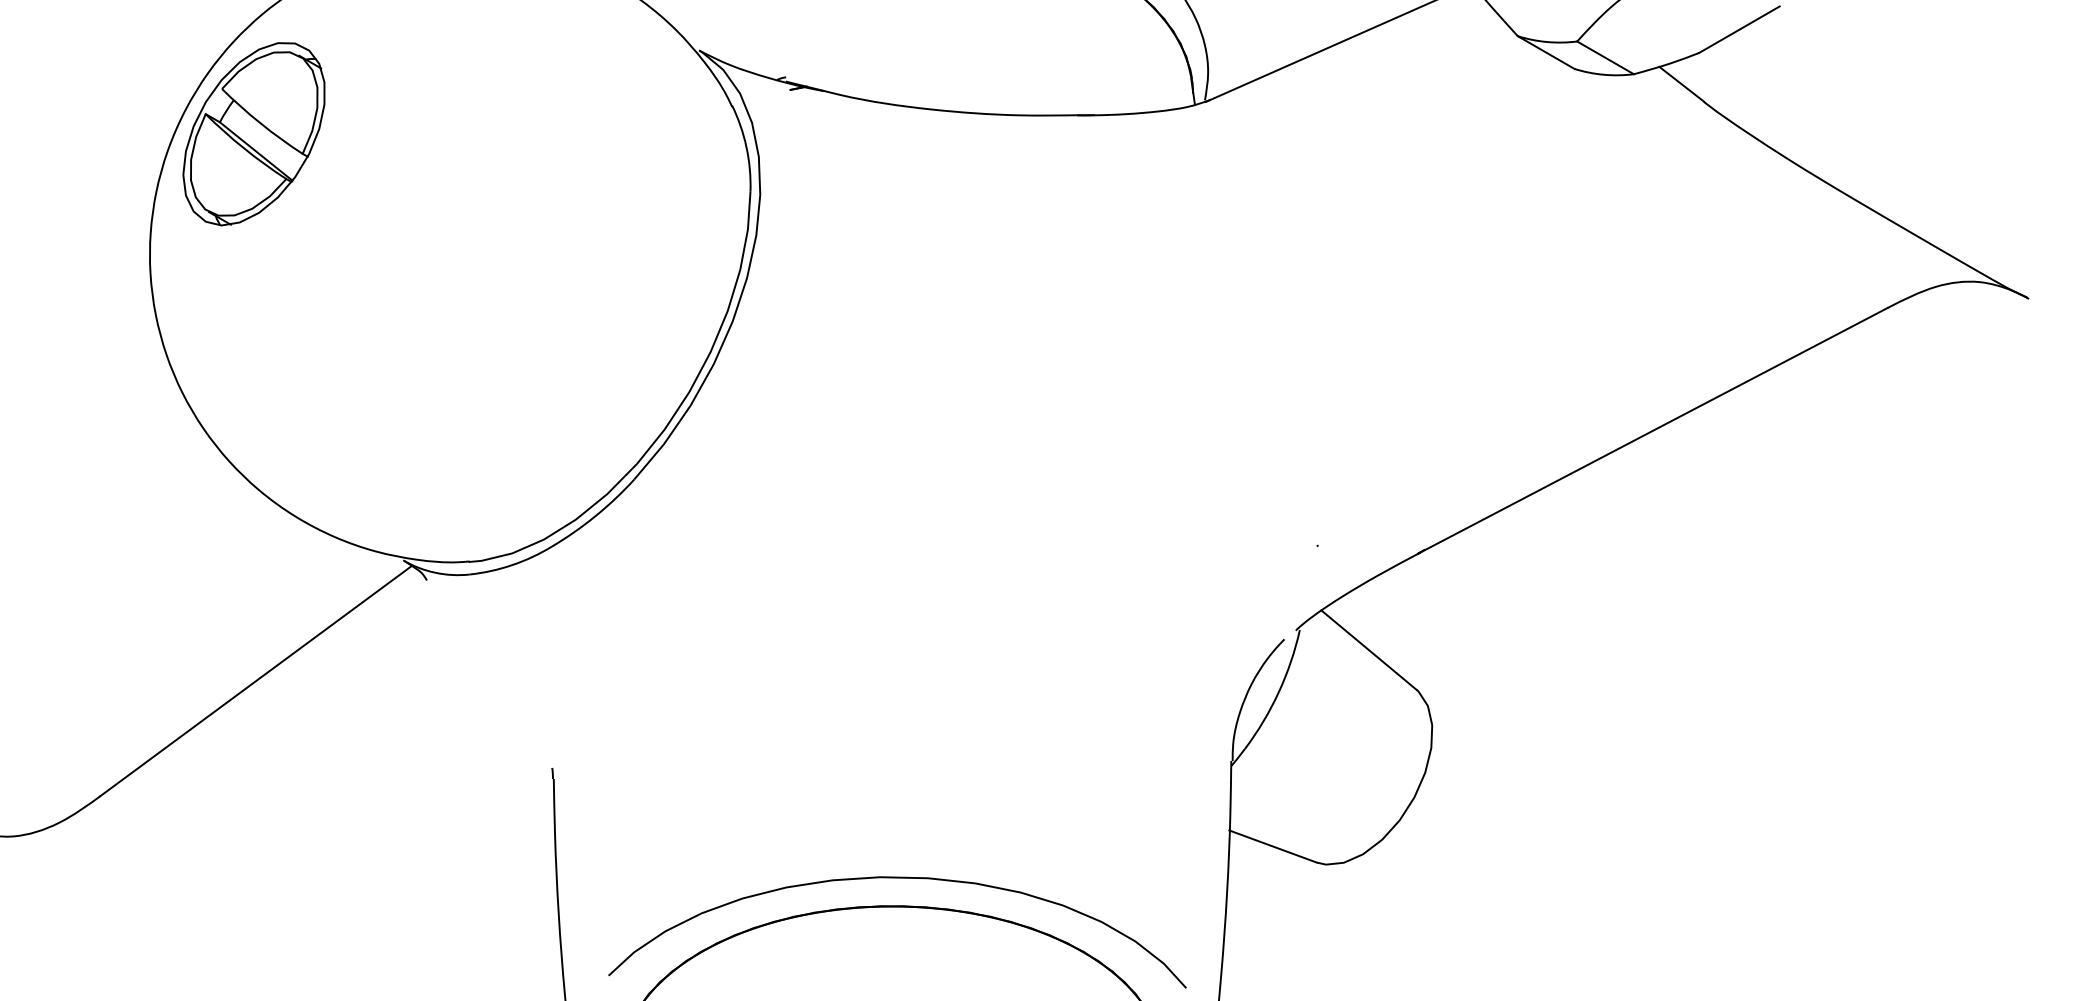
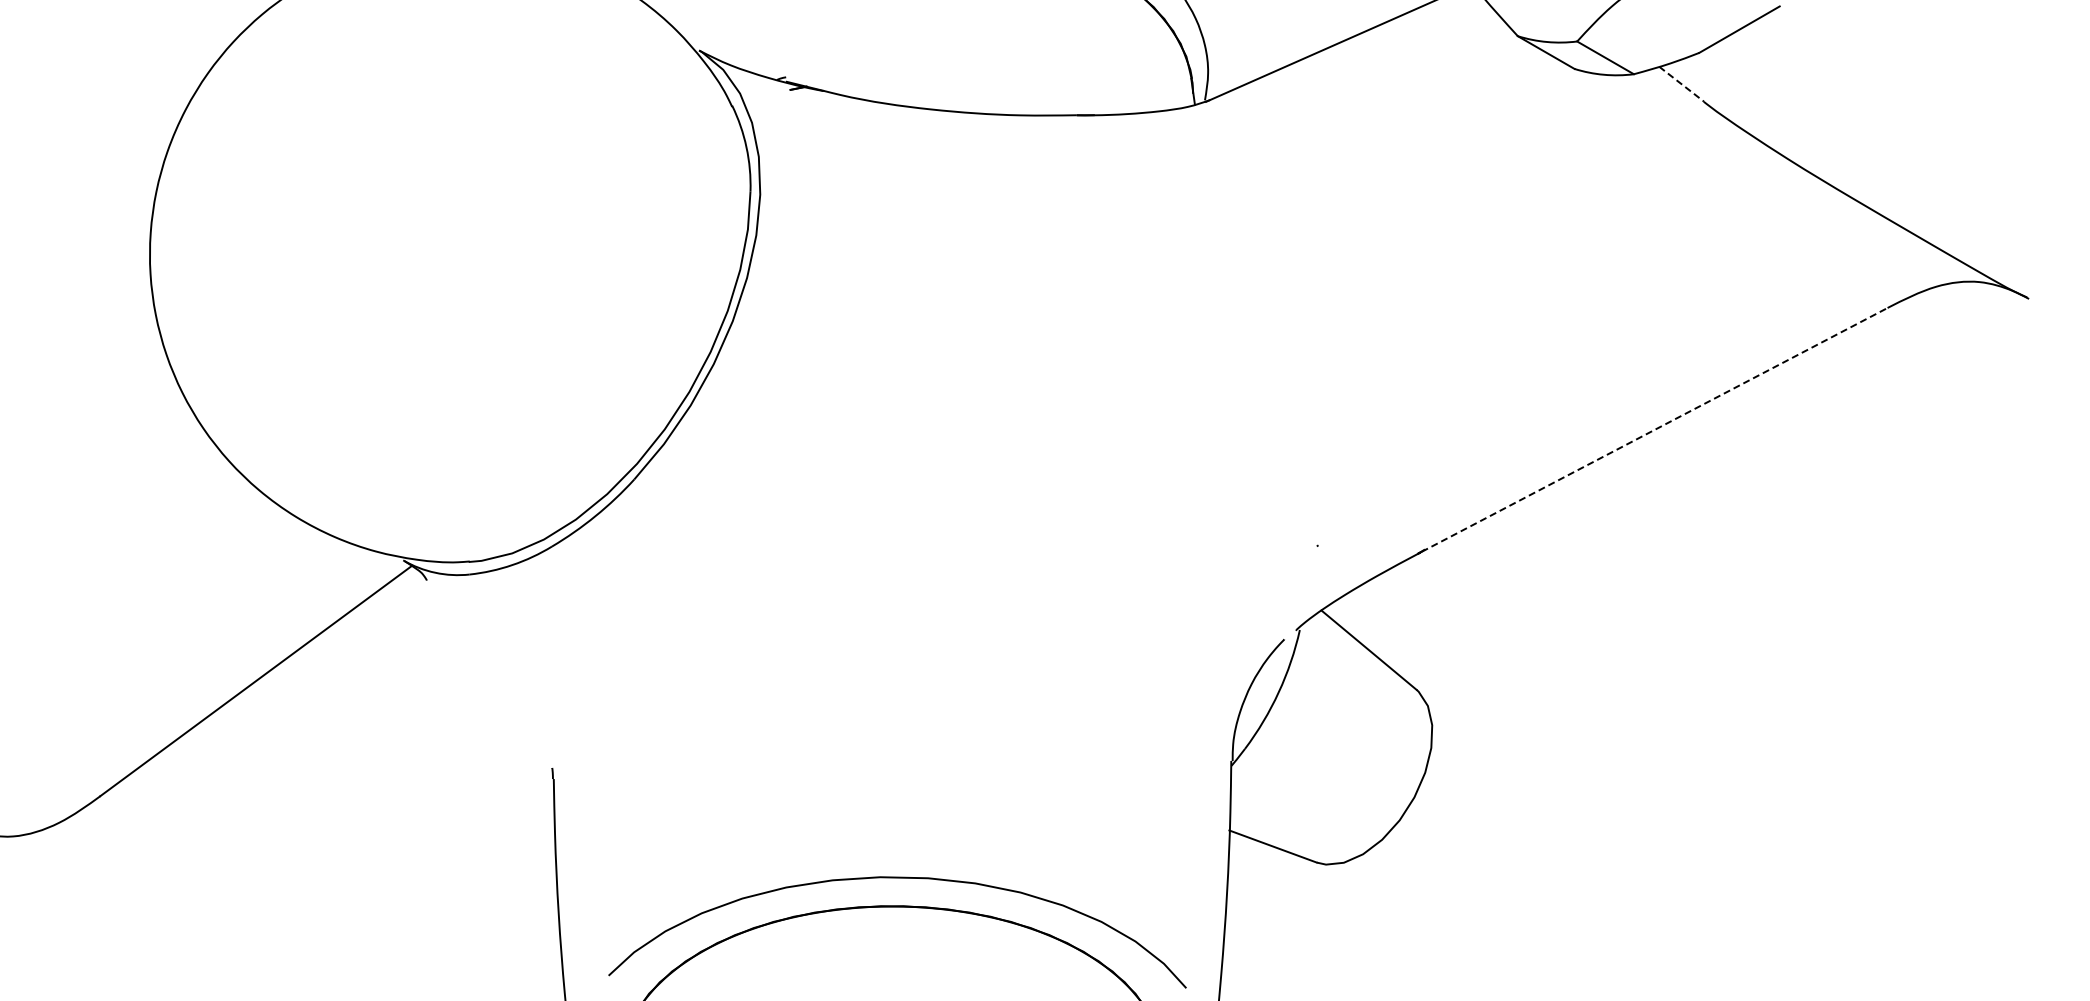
line at (1681, 84): solid -> dashed
part at (253, 134): present -> none
line at (1654, 429): solid -> dashed
